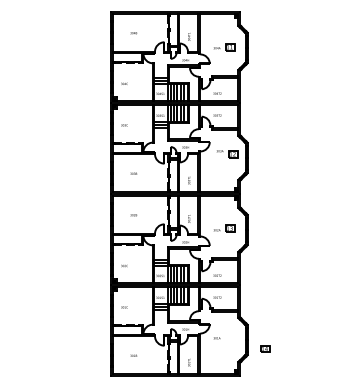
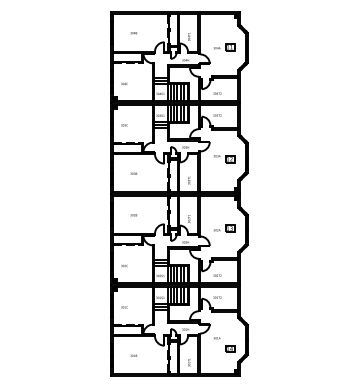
part at (227, 154) position: (227, 154) -> (224, 159)
part at (265, 348) position: (265, 348) -> (230, 348)
